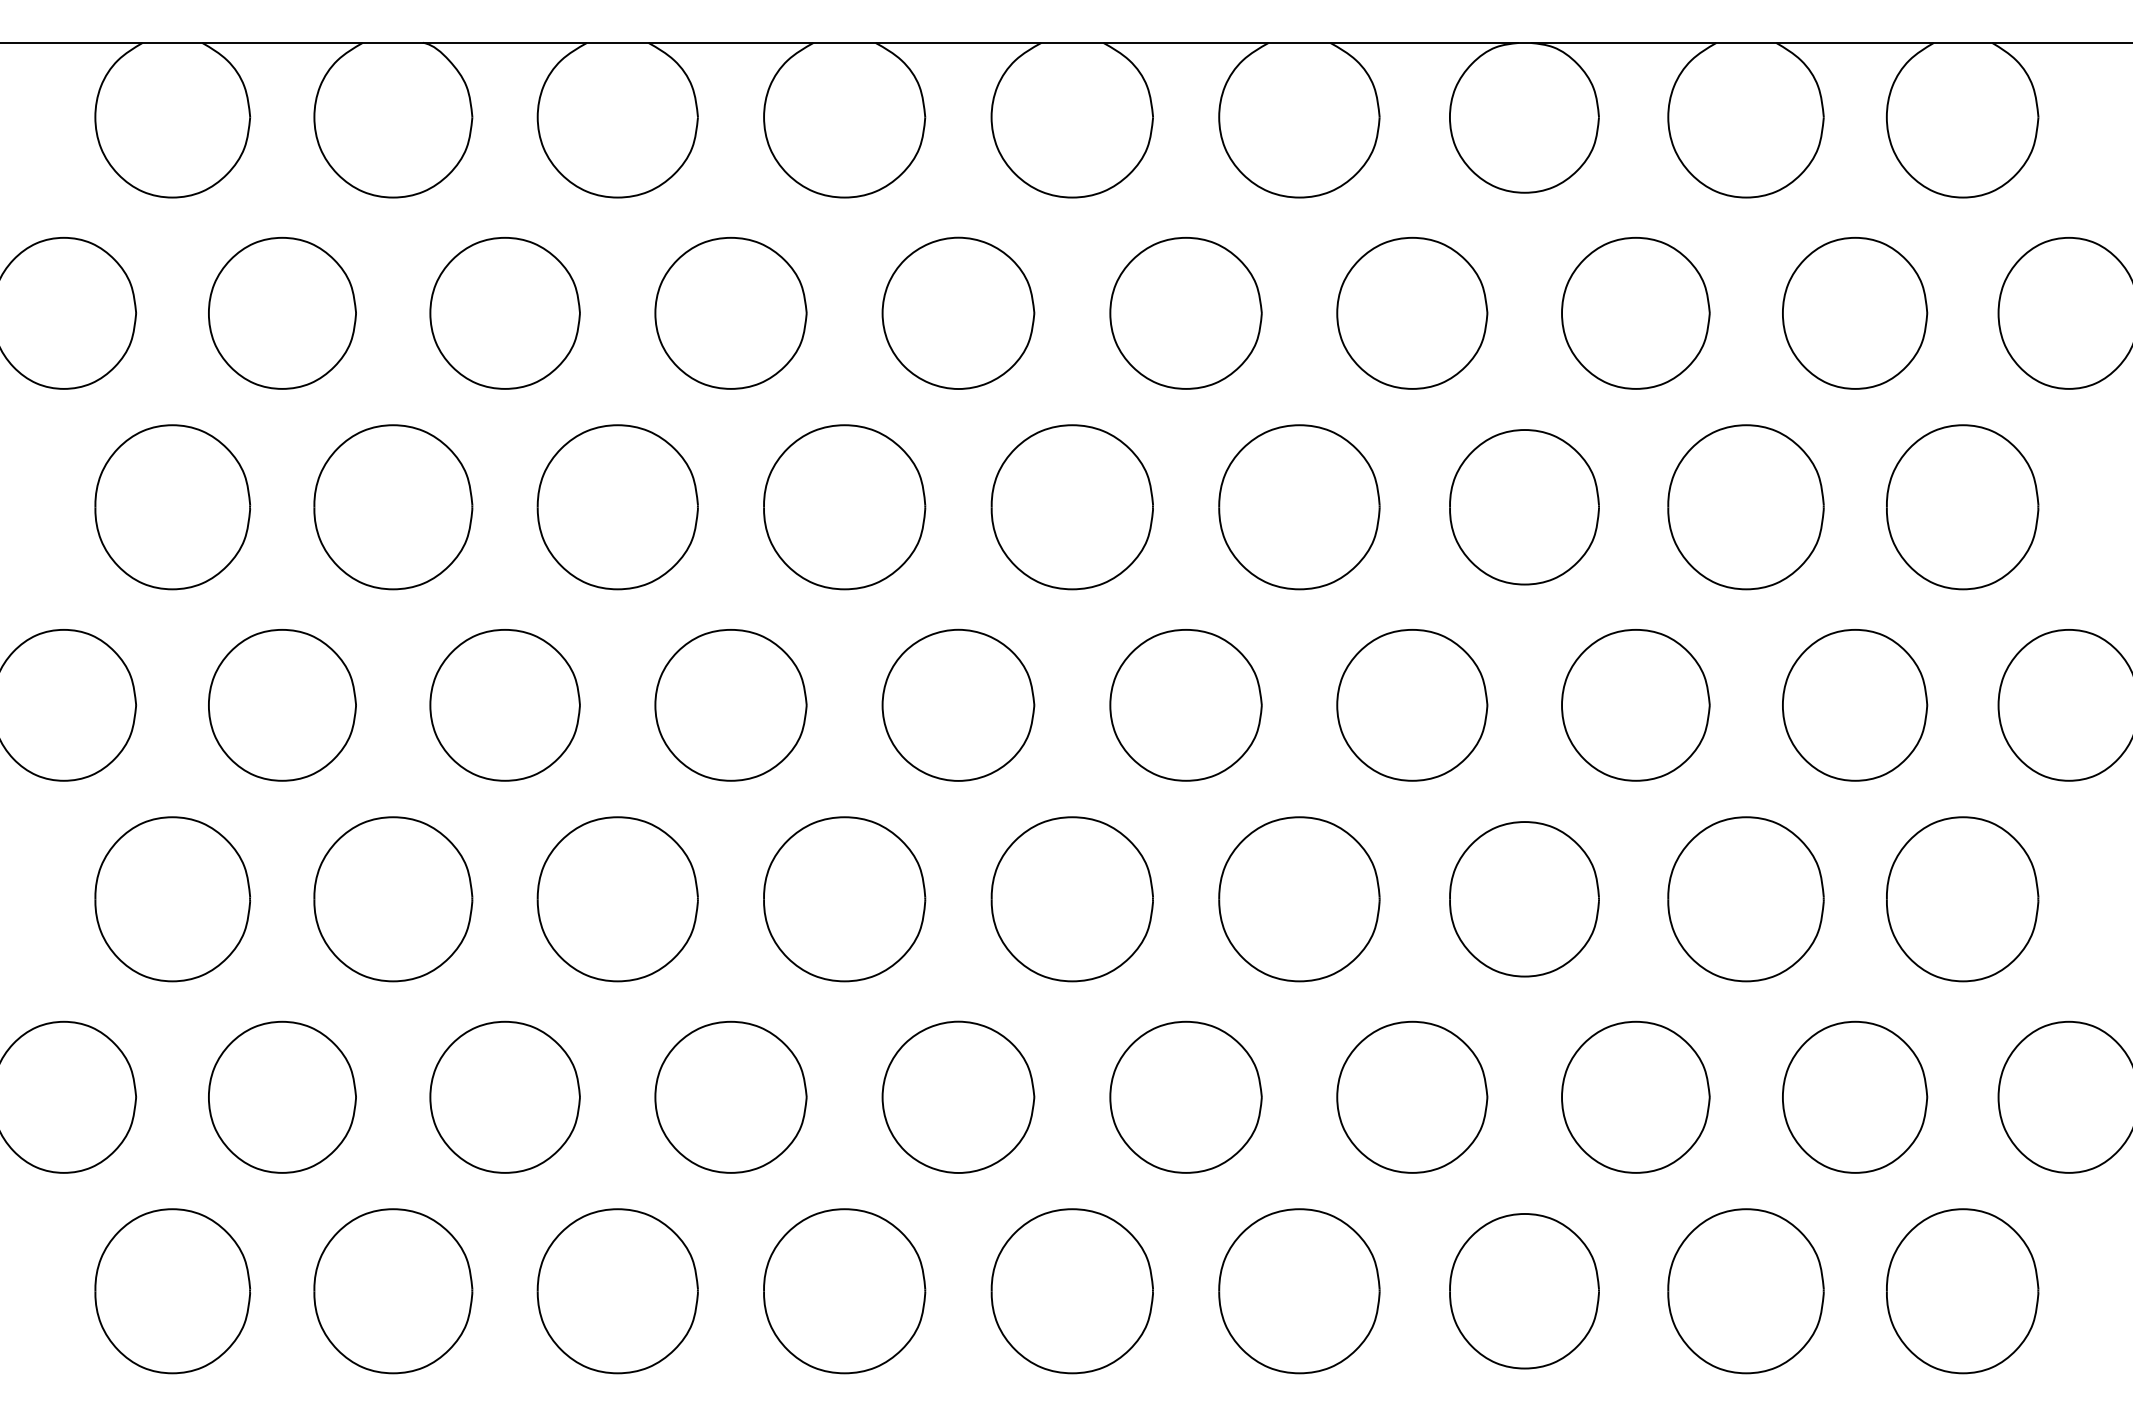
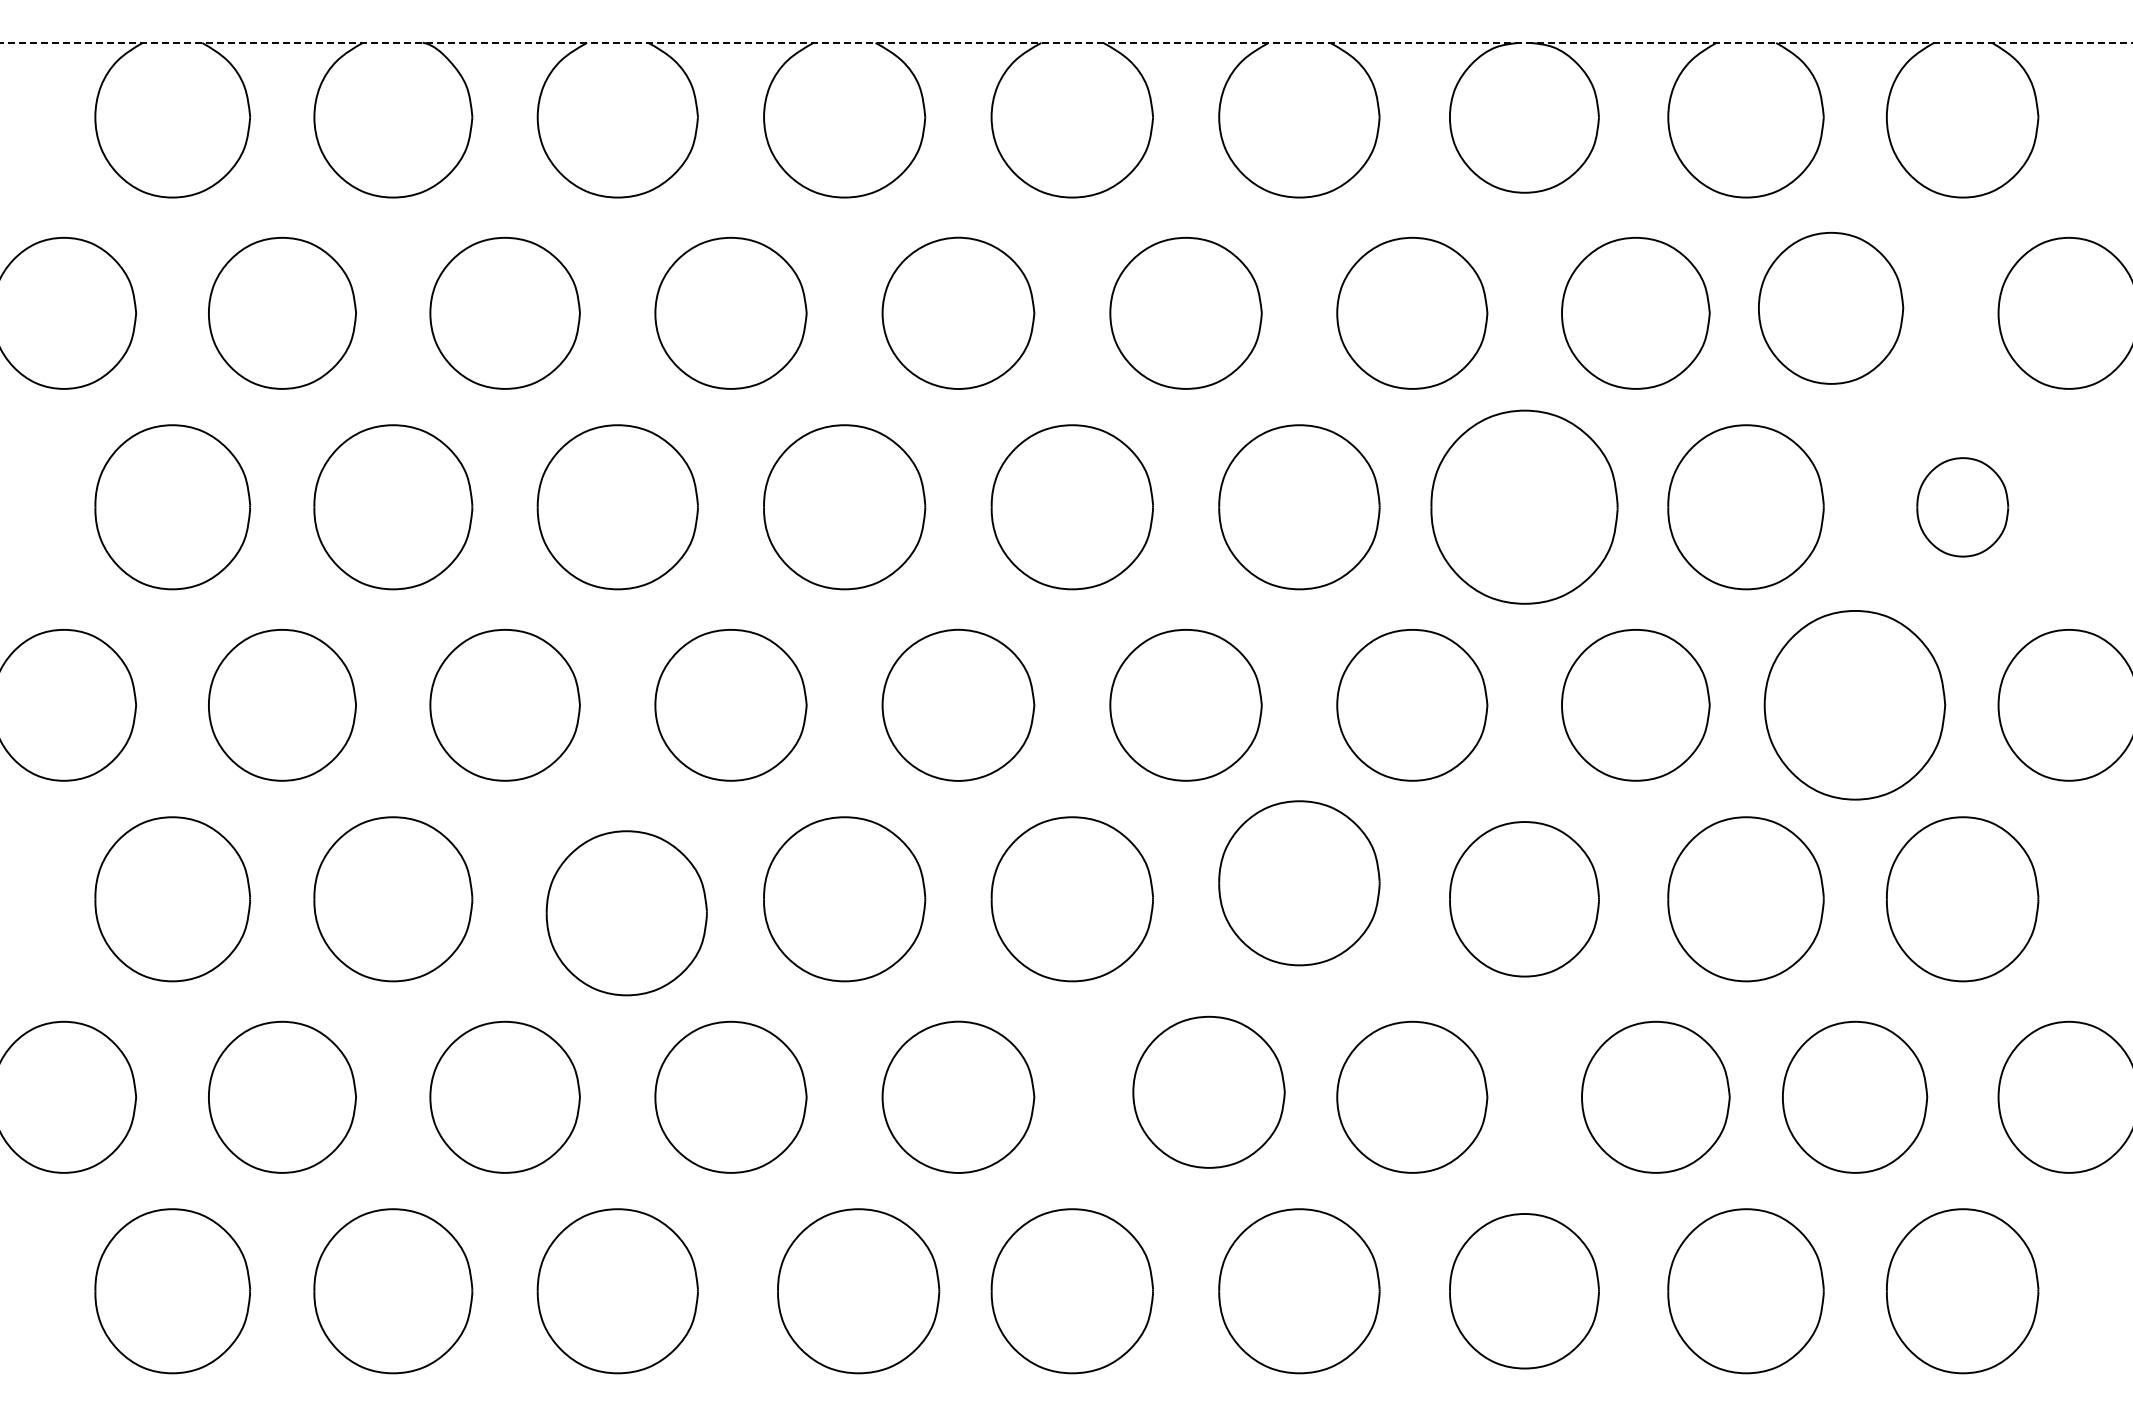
line at (1066, 42): solid -> dashed
part at (1855, 313) position: (1855, 313) -> (1831, 308)
part at (1524, 507) size: 151x157 px -> 189x196 px
part at (1962, 507) size: 154x167 px -> 94x101 px
part at (1855, 705) size: 147x153 px -> 184x191 px
part at (617, 899) position: (617, 899) -> (626, 913)
part at (1299, 899) position: (1299, 899) -> (1299, 883)
part at (1185, 1096) position: (1185, 1096) -> (1208, 1091)
part at (1635, 1096) position: (1635, 1096) -> (1655, 1096)
part at (844, 1291) position: (844, 1291) -> (858, 1291)
